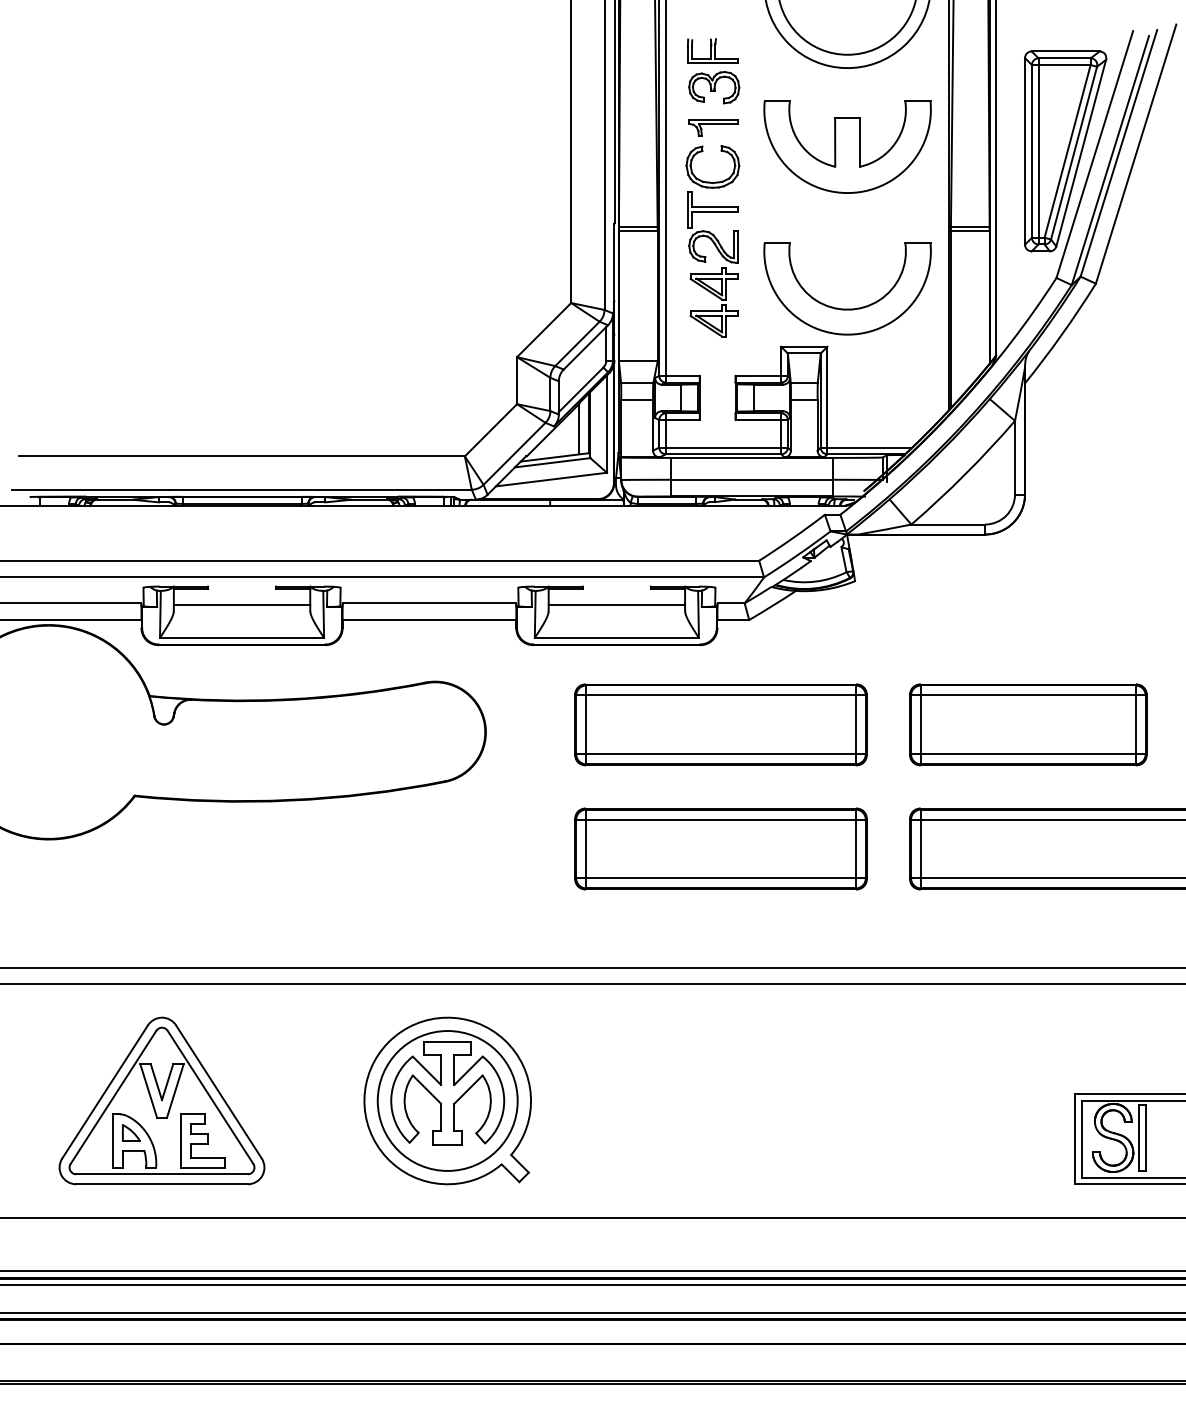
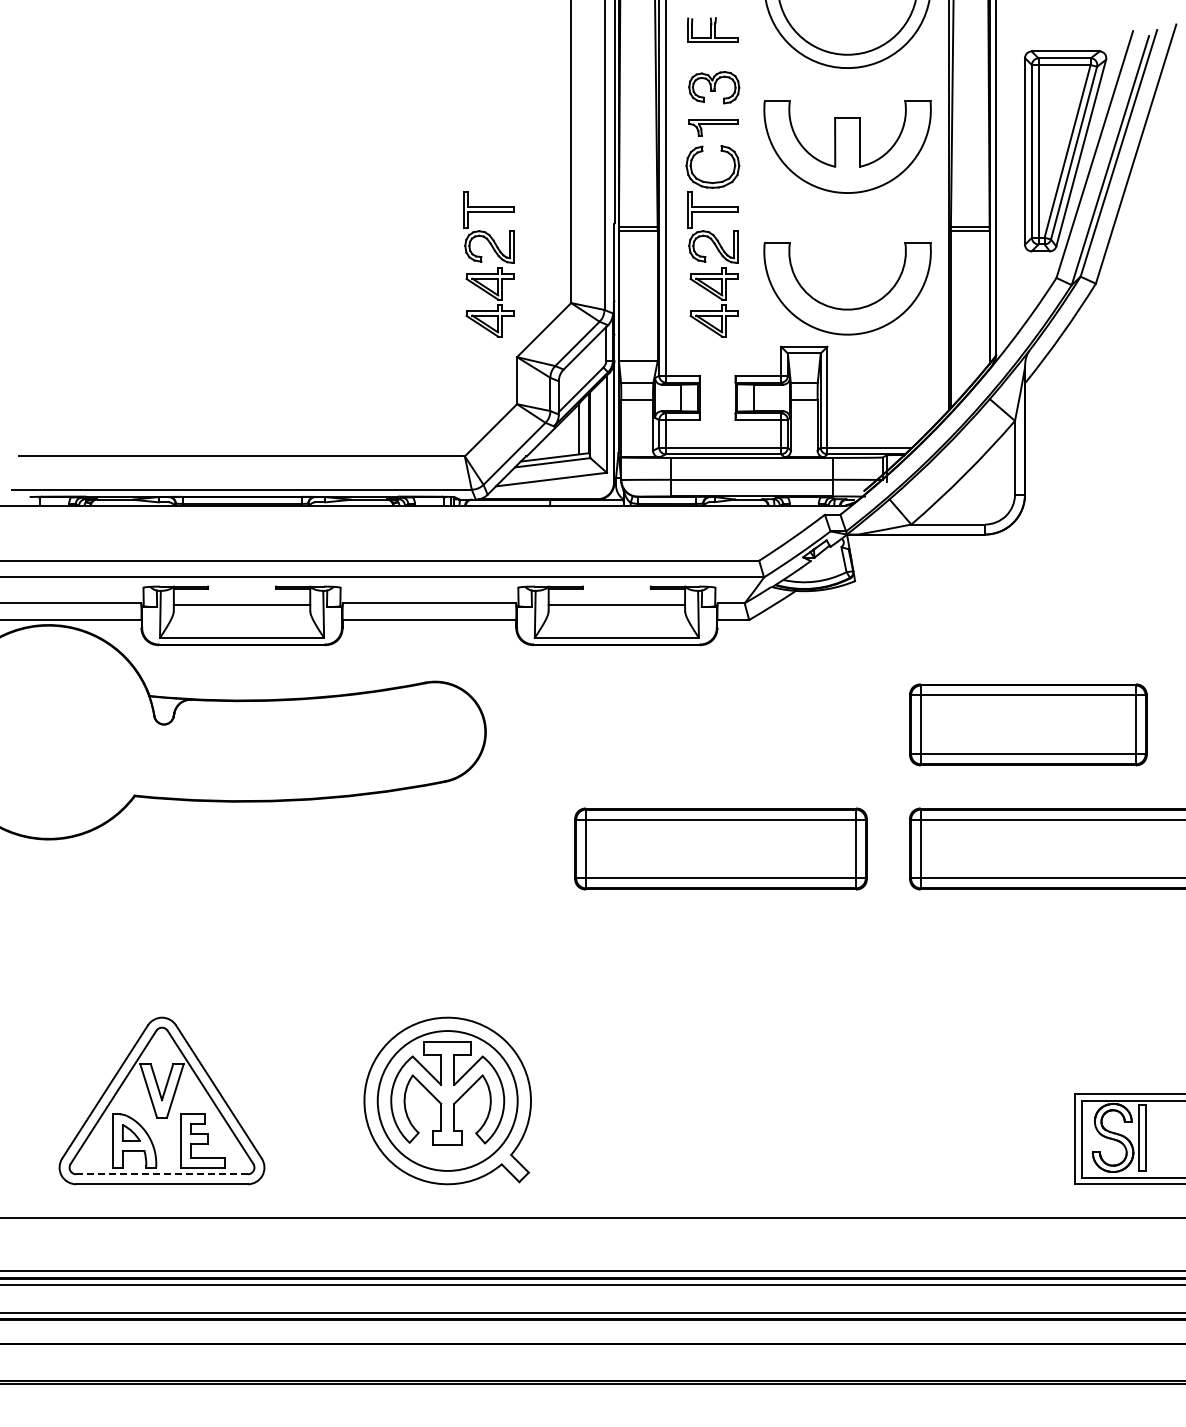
part at (712, 50) position: (712, 50) -> (712, 29)
part at (482, 262): none -> present
part at (720, 724): present -> none
line at (592, 967): present -> none
line at (592, 984): present -> none
line at (162, 1174): solid -> dashed
